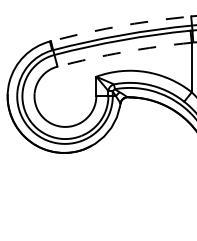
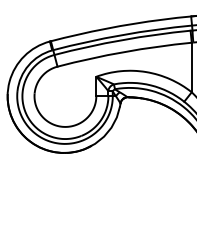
arc at (122, 25): dashed -> solid
arc at (124, 52): dashed -> solid
